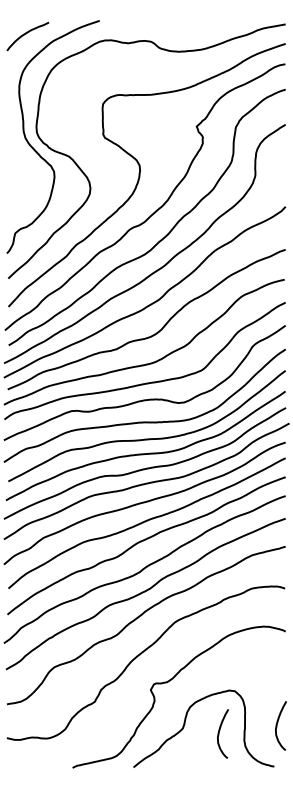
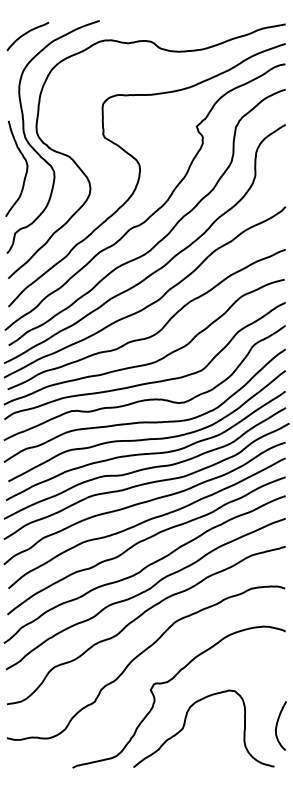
curve at (25, 172): none -> present
curve at (219, 733): present -> none
